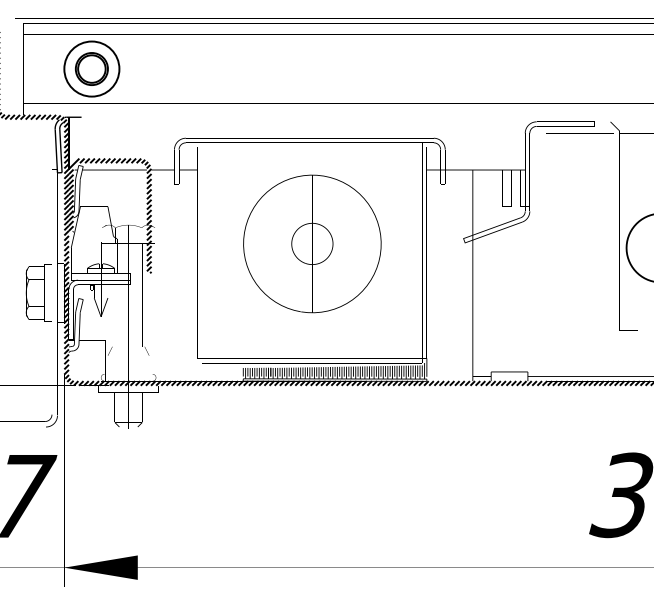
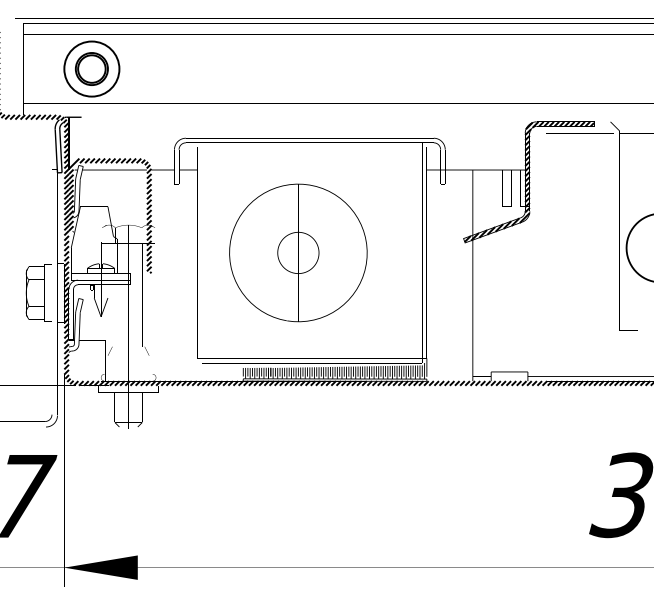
hatch at (529, 181): none -> present
part at (312, 243) position: (312, 243) -> (298, 252)
